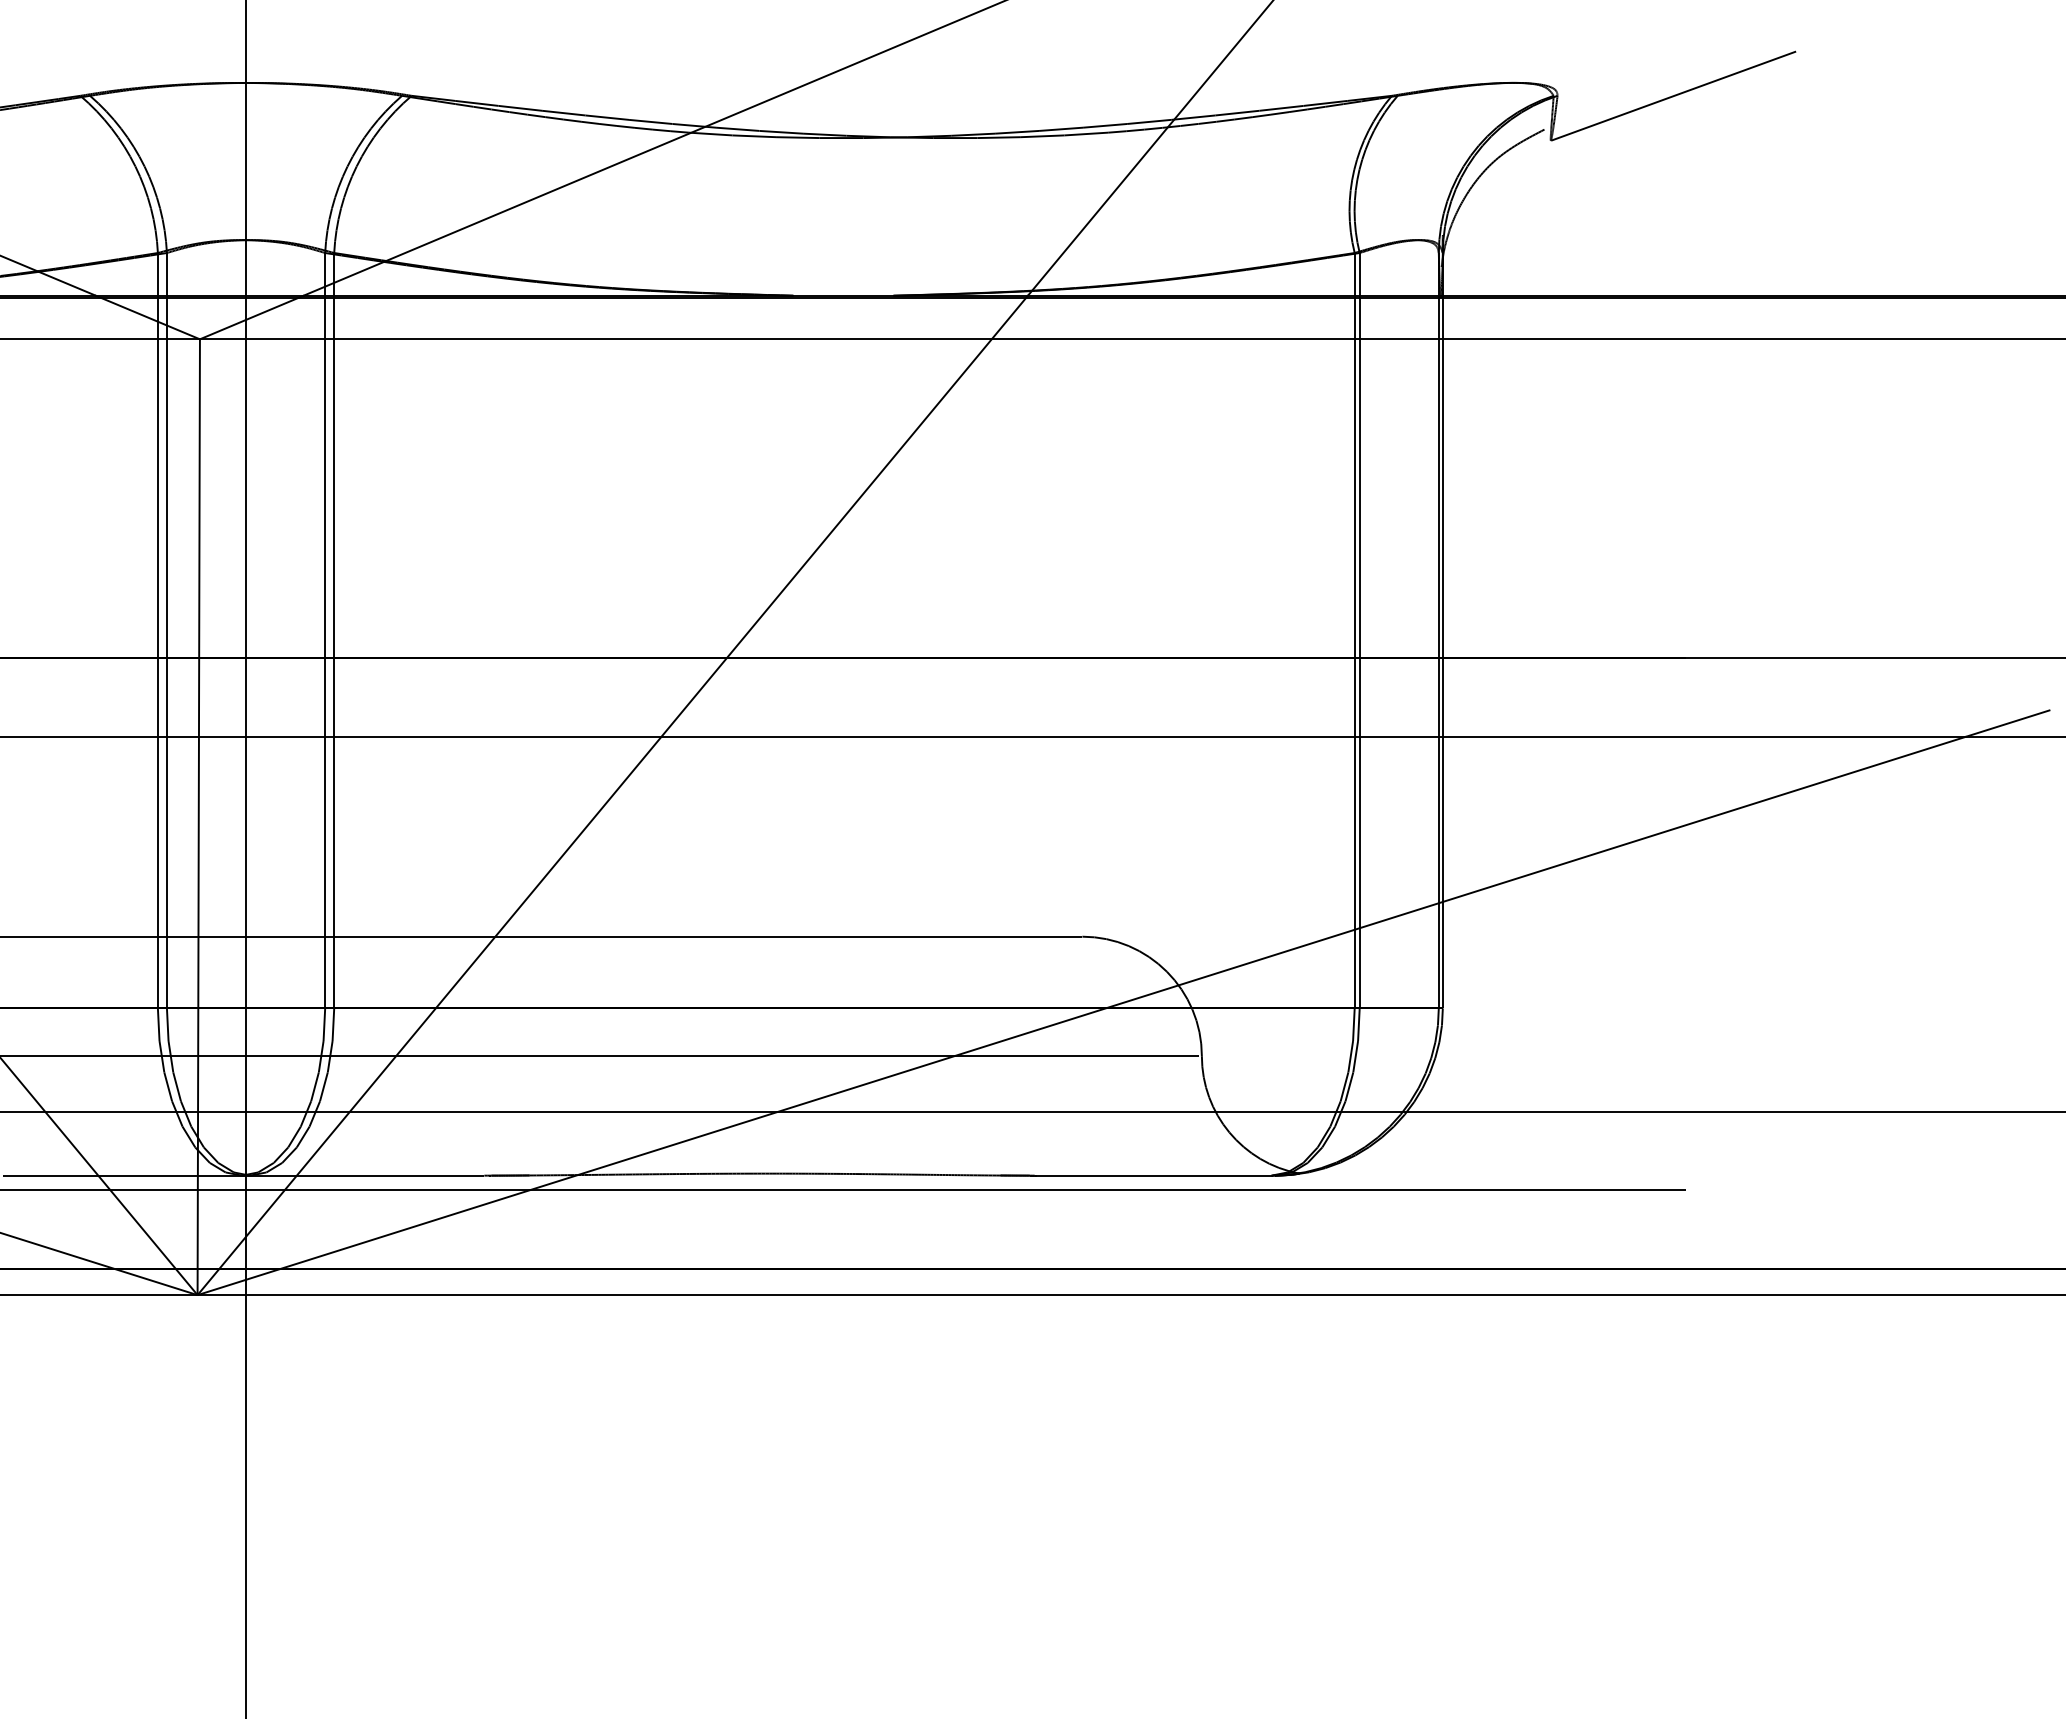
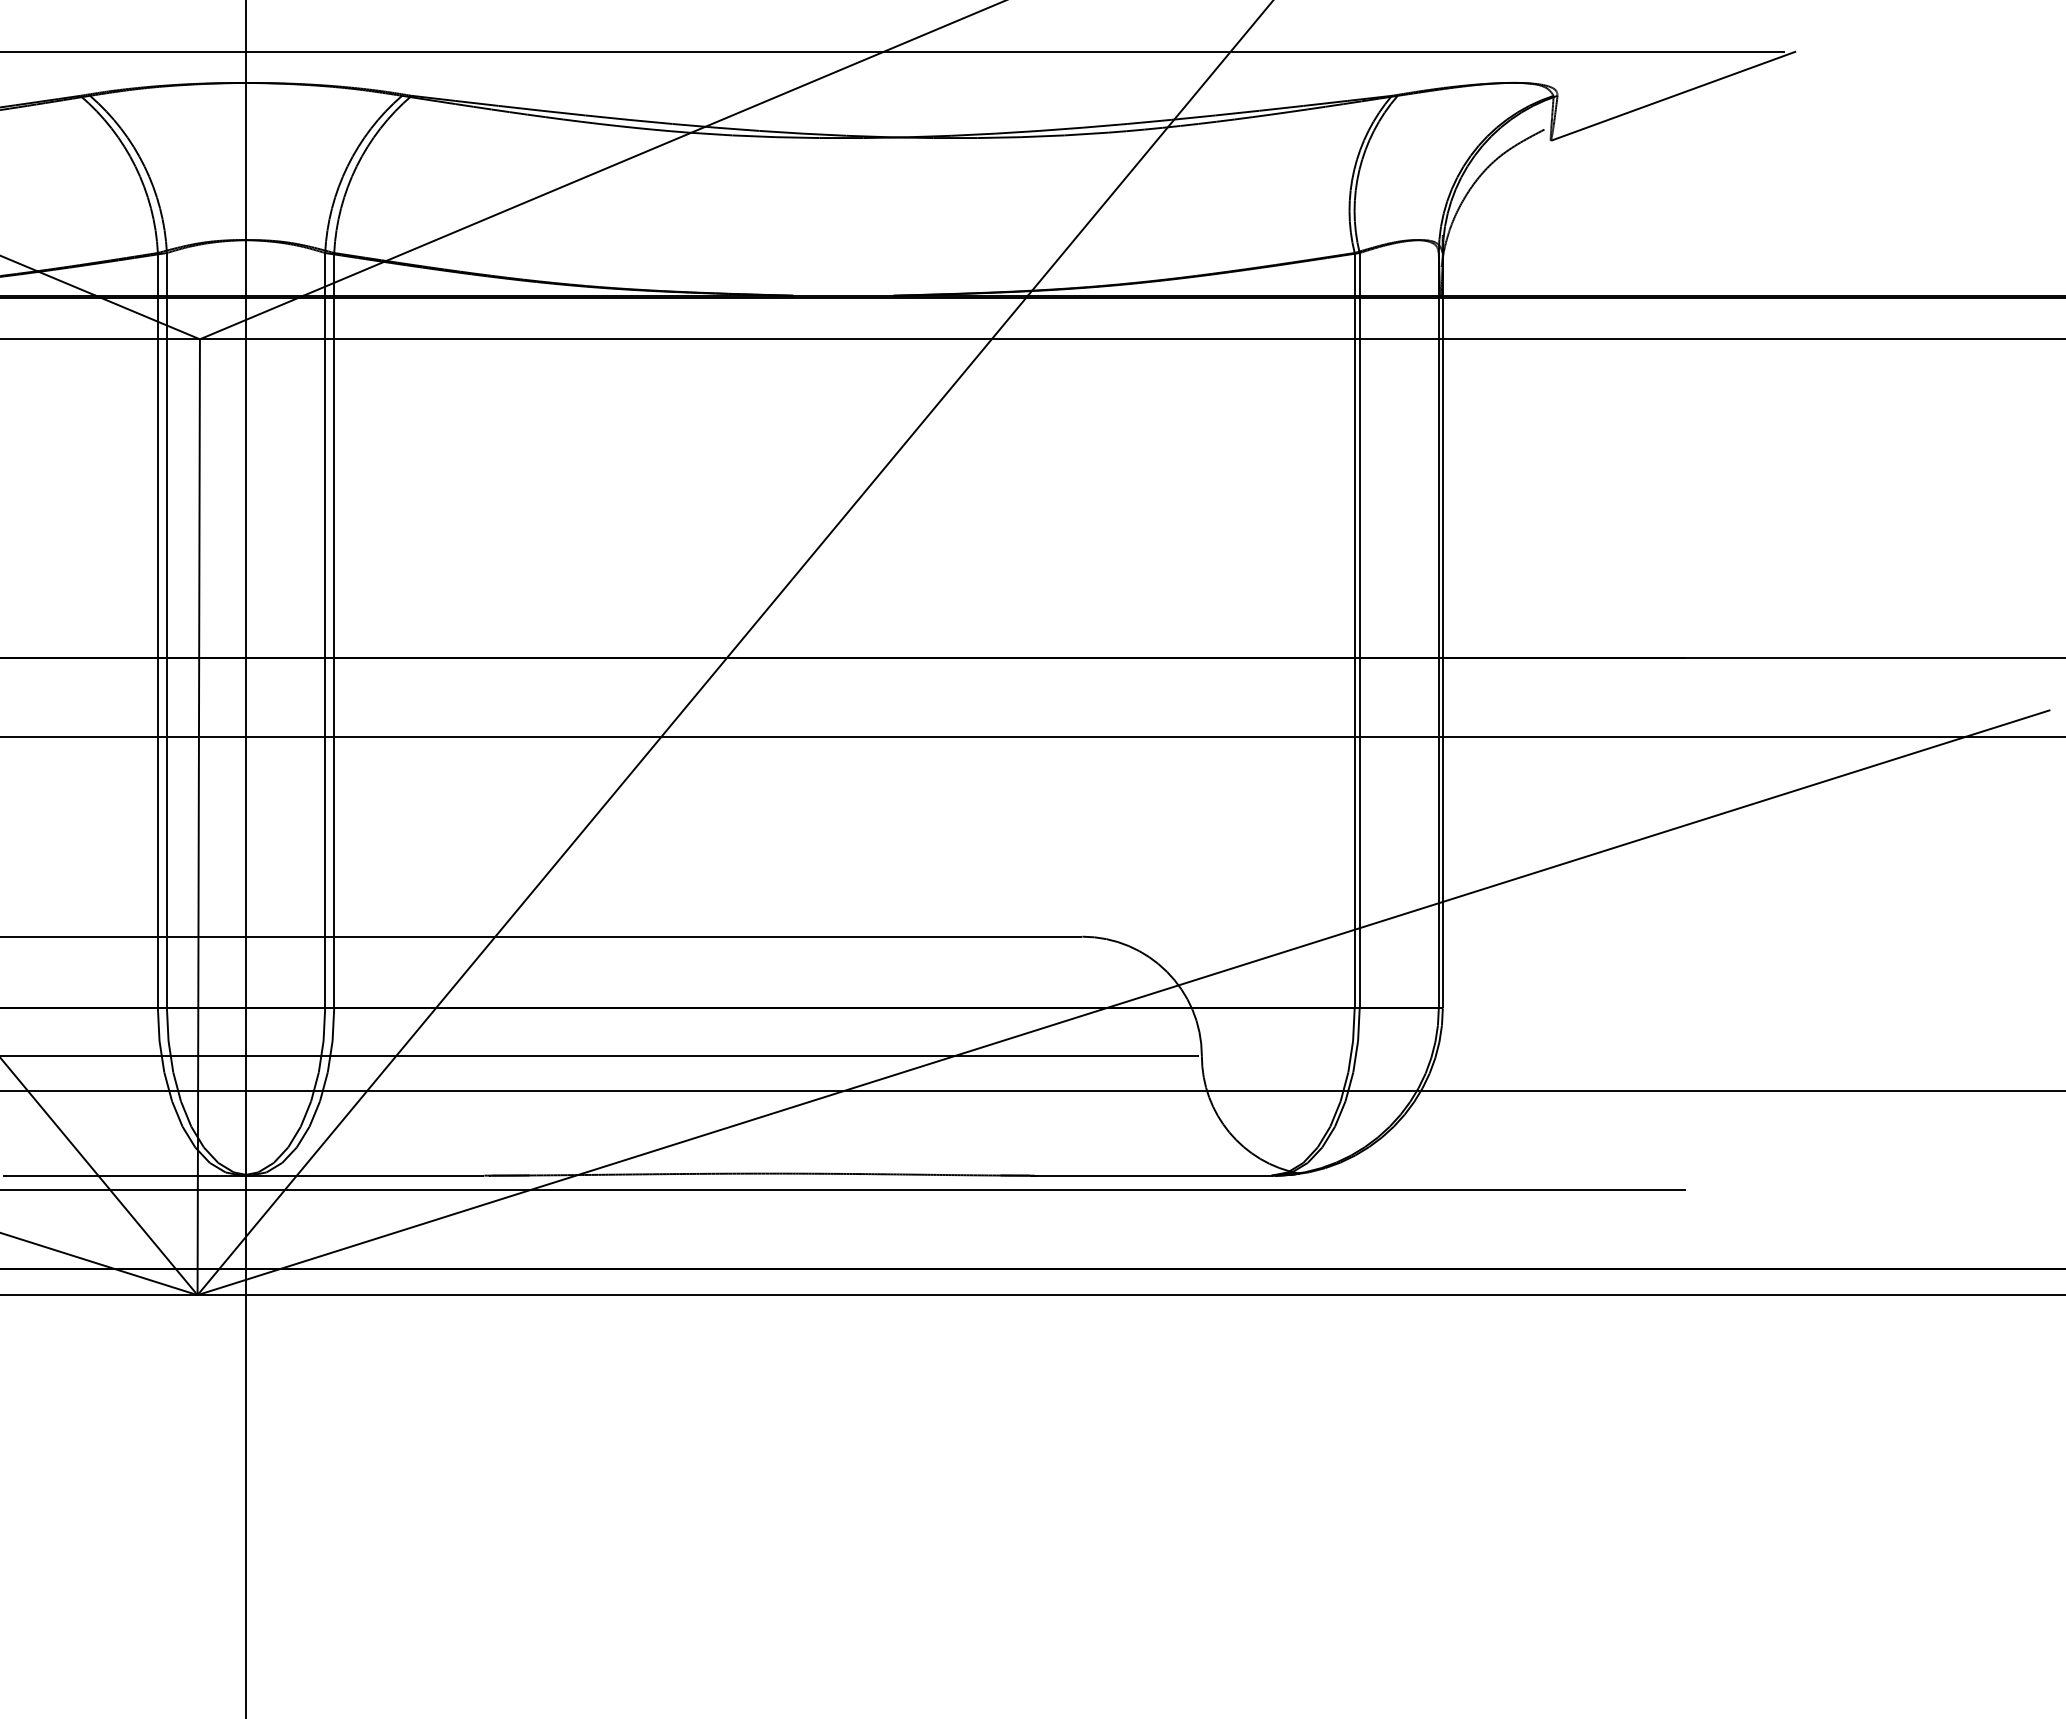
line at (893, 51): none -> present
line at (1032, 1111) position: (1032, 1111) -> (1032, 1090)
